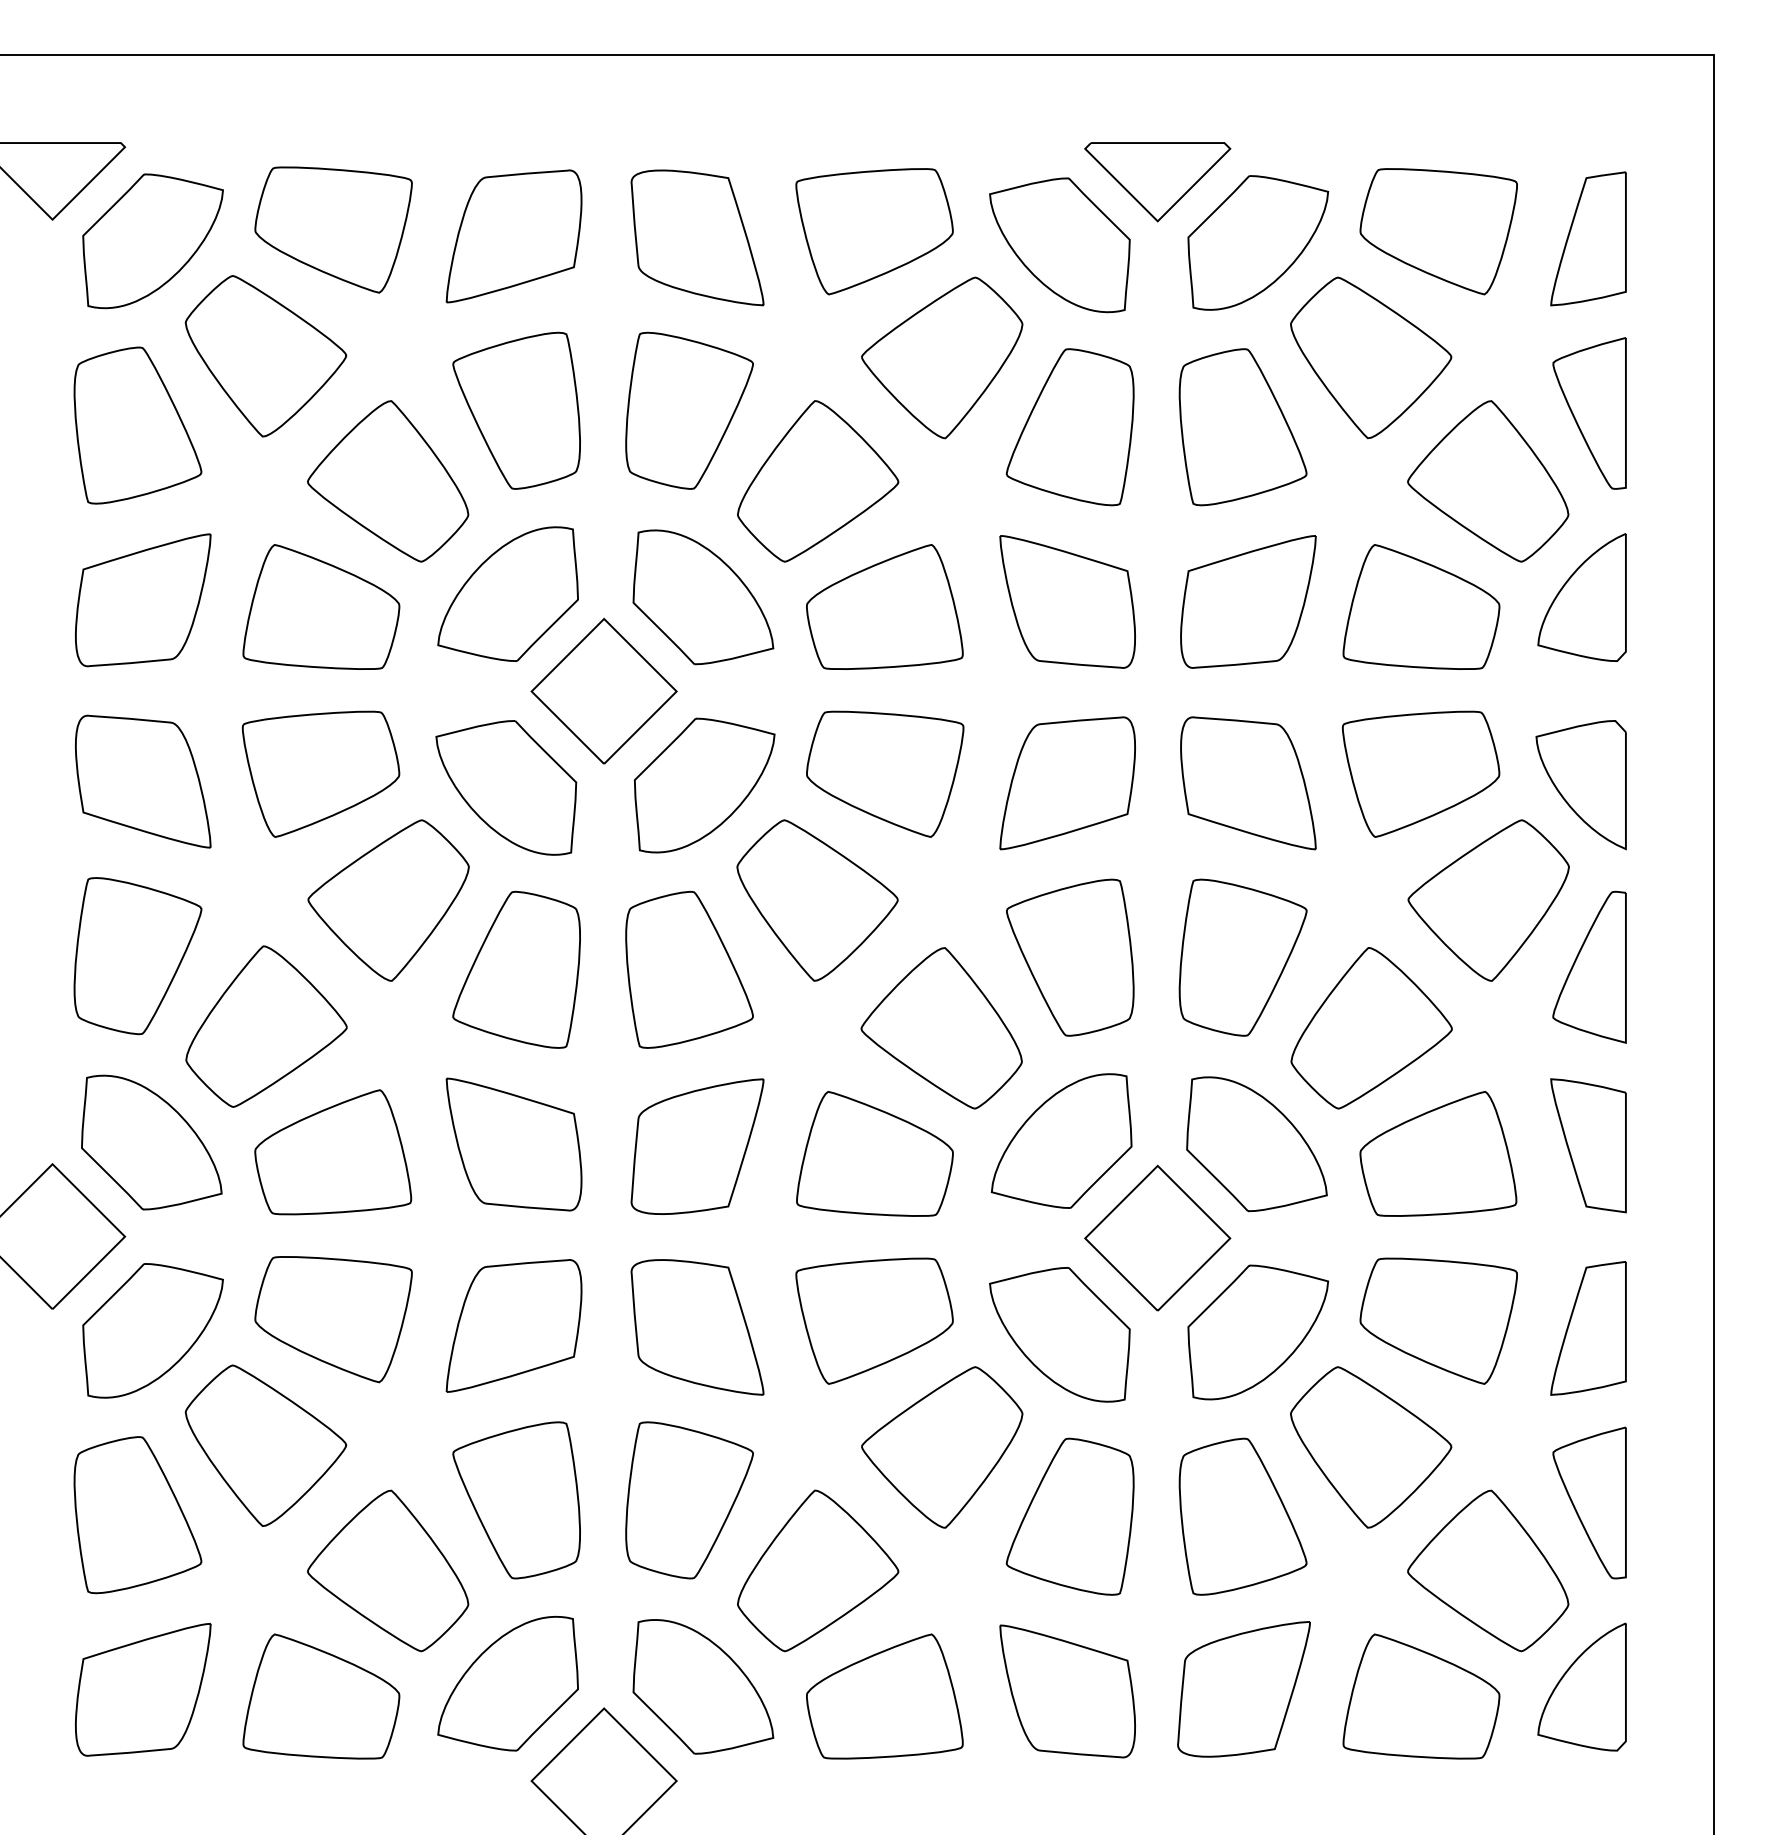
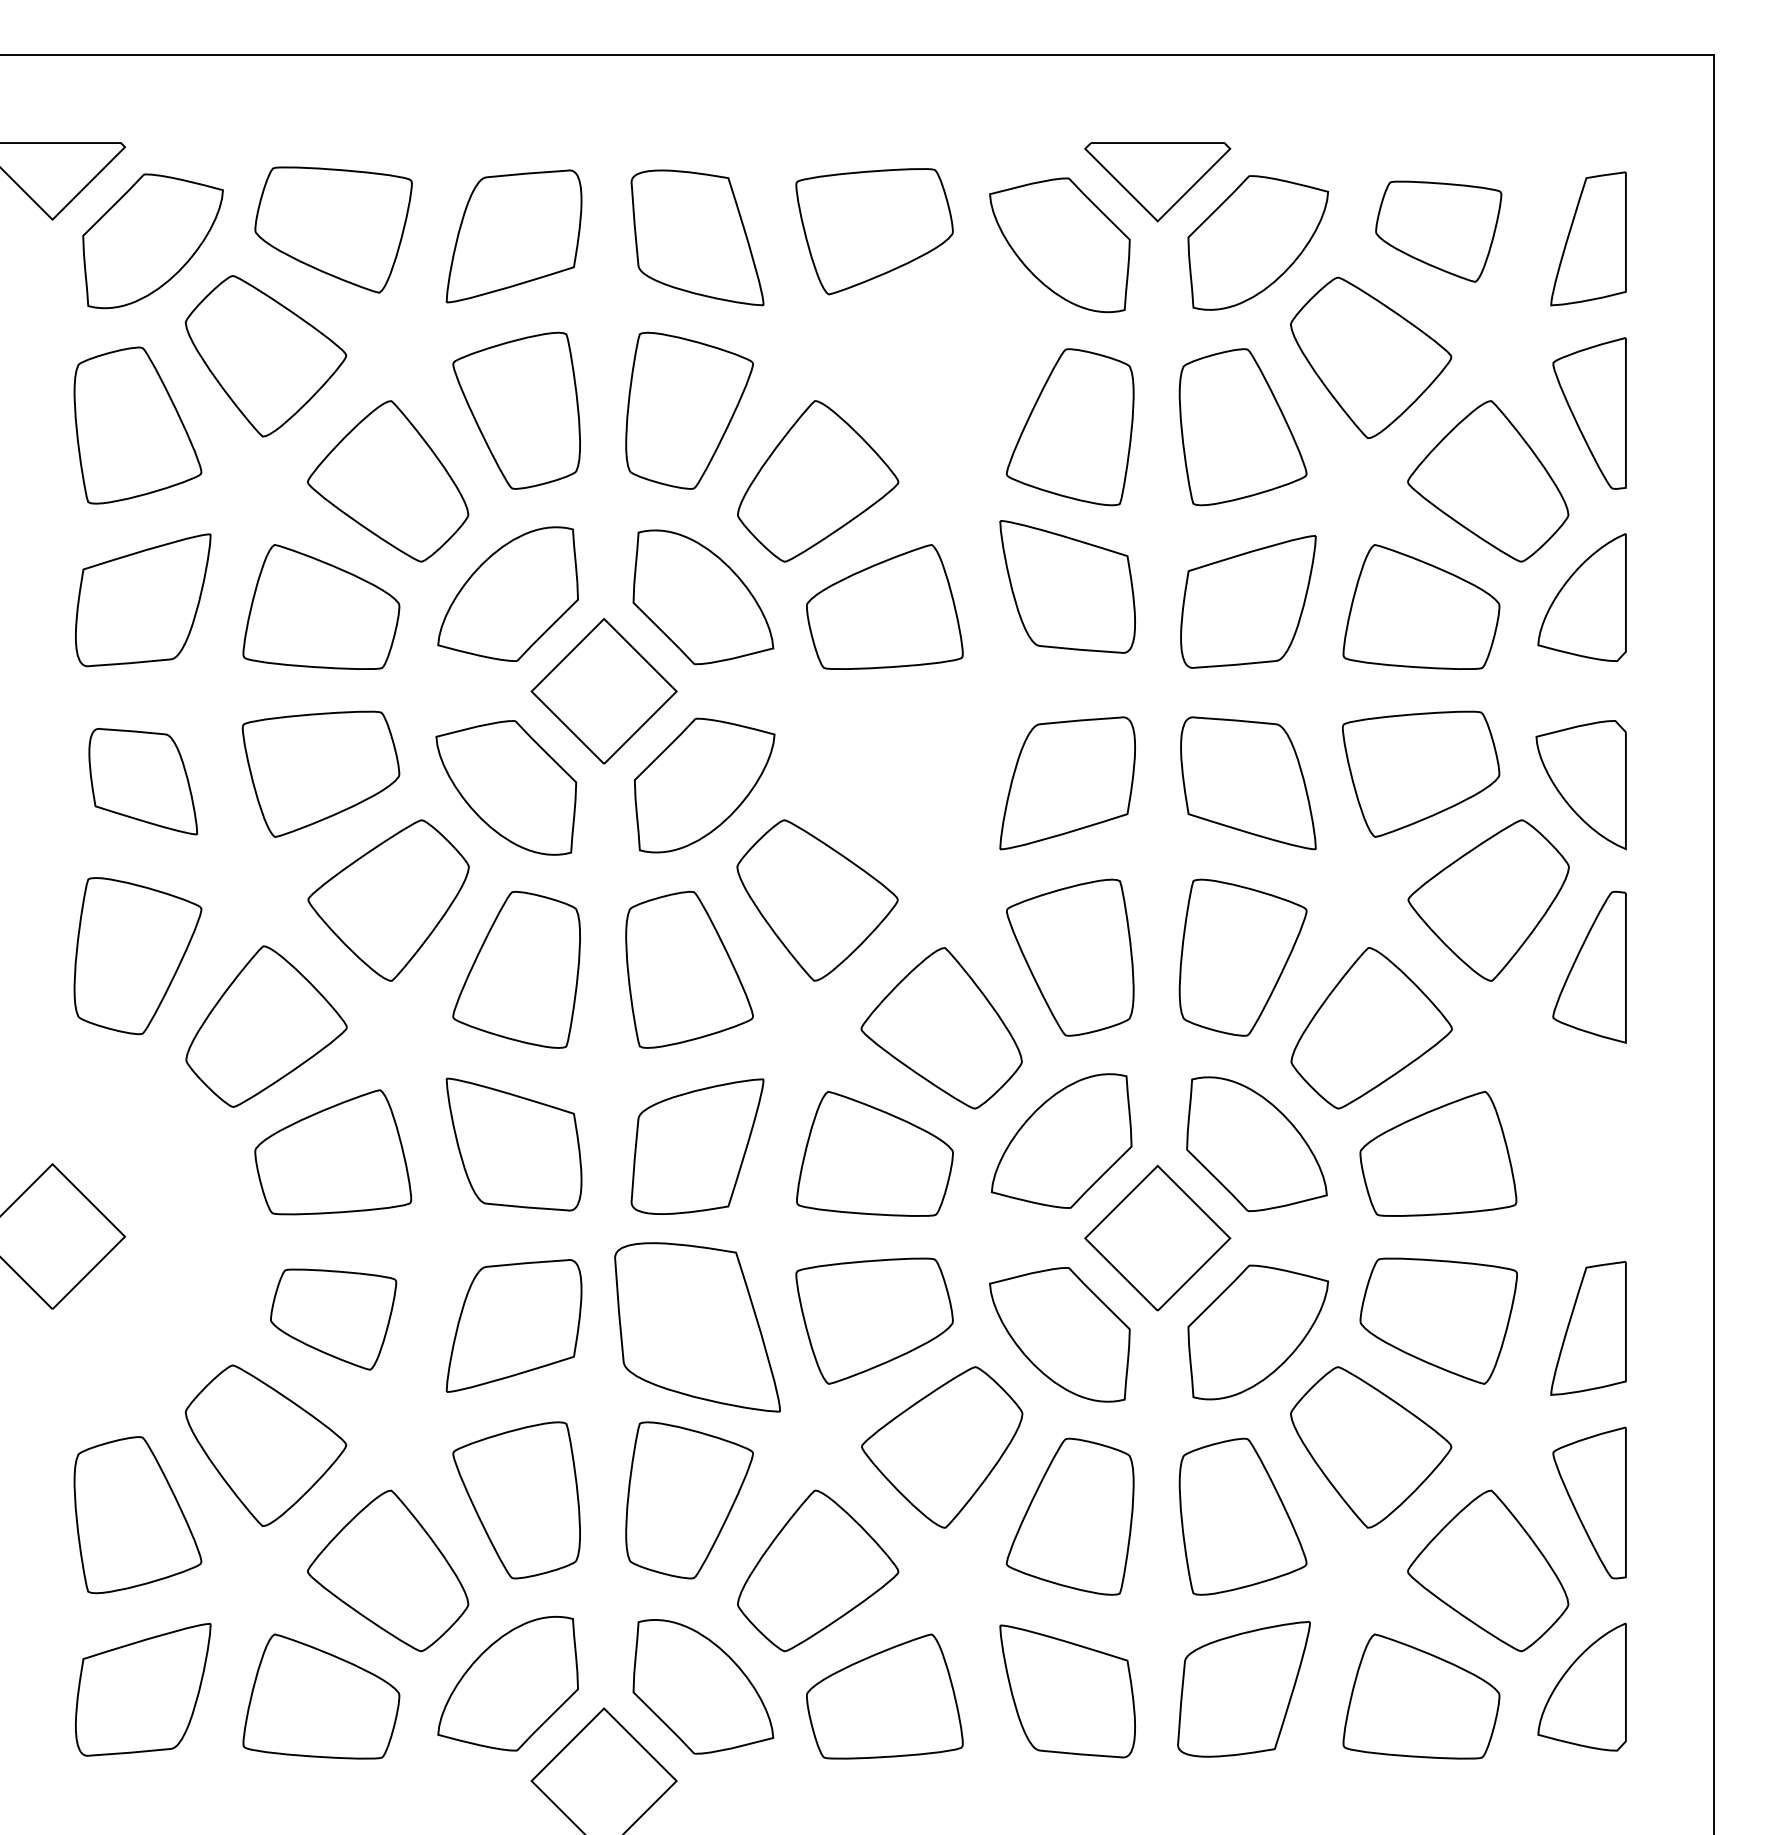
part at (1438, 231) size: 159x128 px -> 128x103 px
part at (942, 357): present -> none
part at (1067, 601) position: (1067, 601) -> (1067, 586)
part at (885, 773): present -> none
part at (143, 781) size: 137x135 px -> 111x108 px
part at (151, 1142): present -> none
part at (1588, 1145): present -> none
part at (333, 1319) size: 159x128 px -> 128x103 px
part at (697, 1327) size: 135x137 px -> 167x171 px
part at (152, 1330): present -> none
